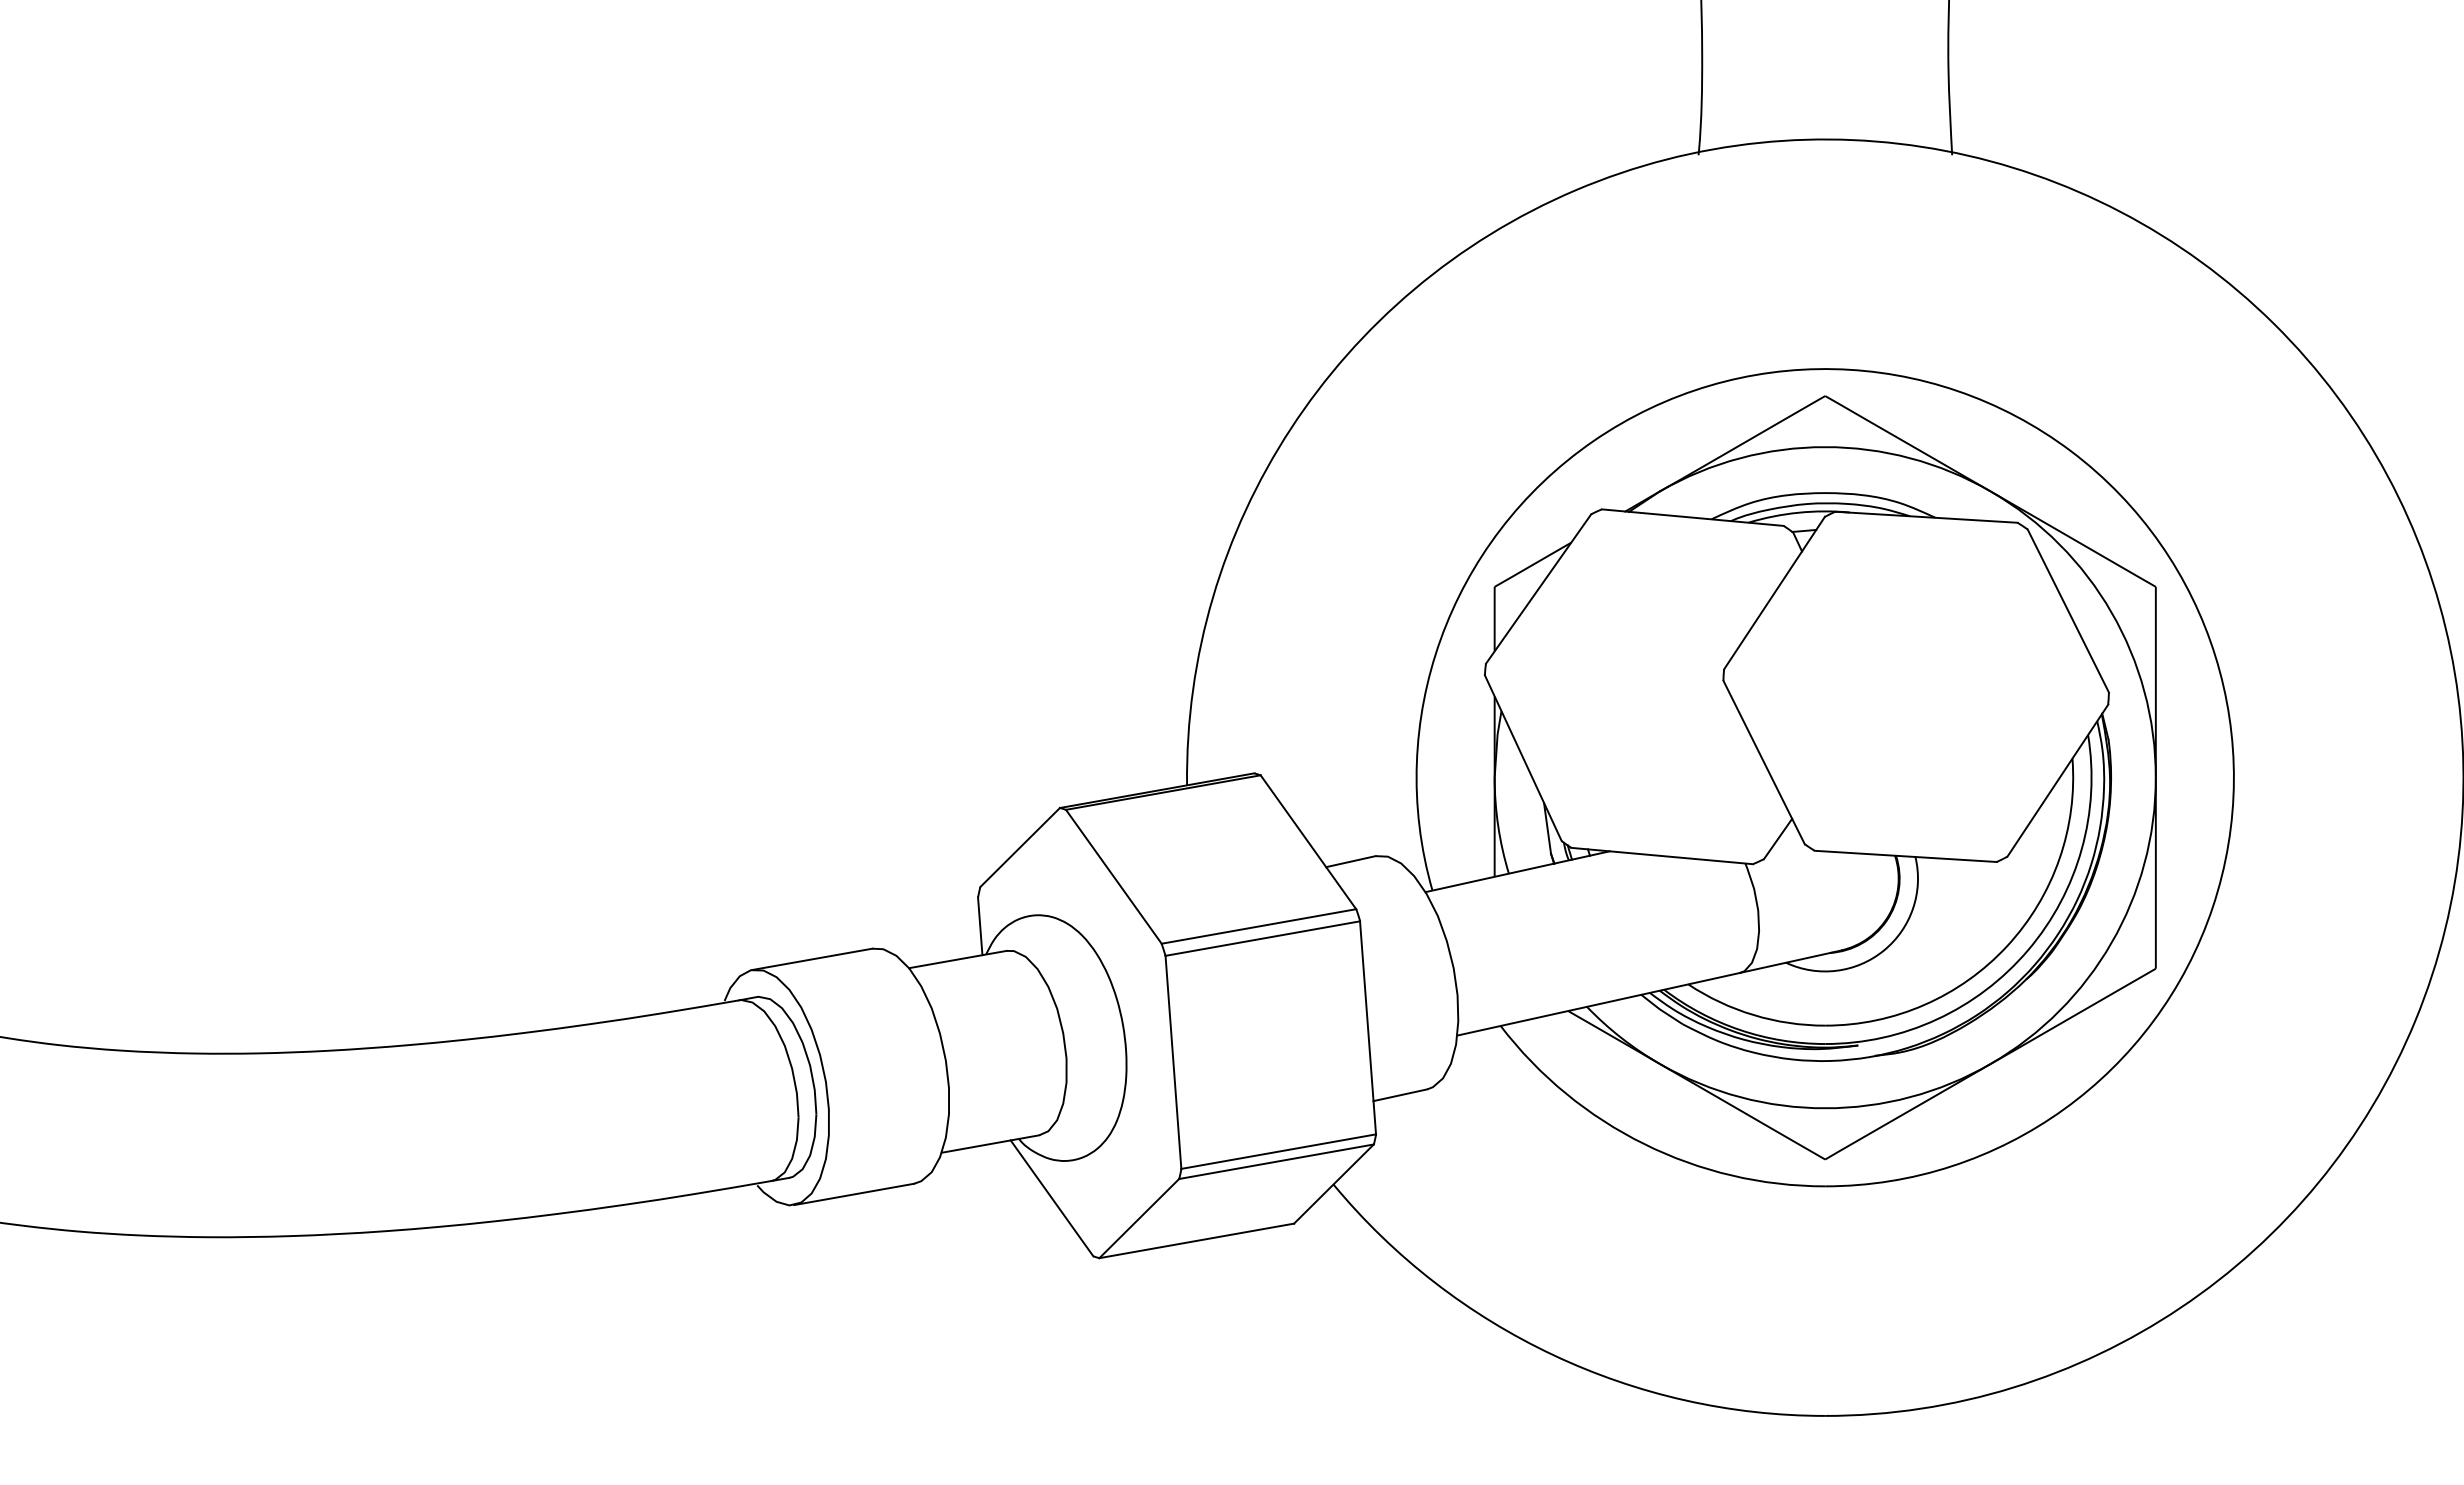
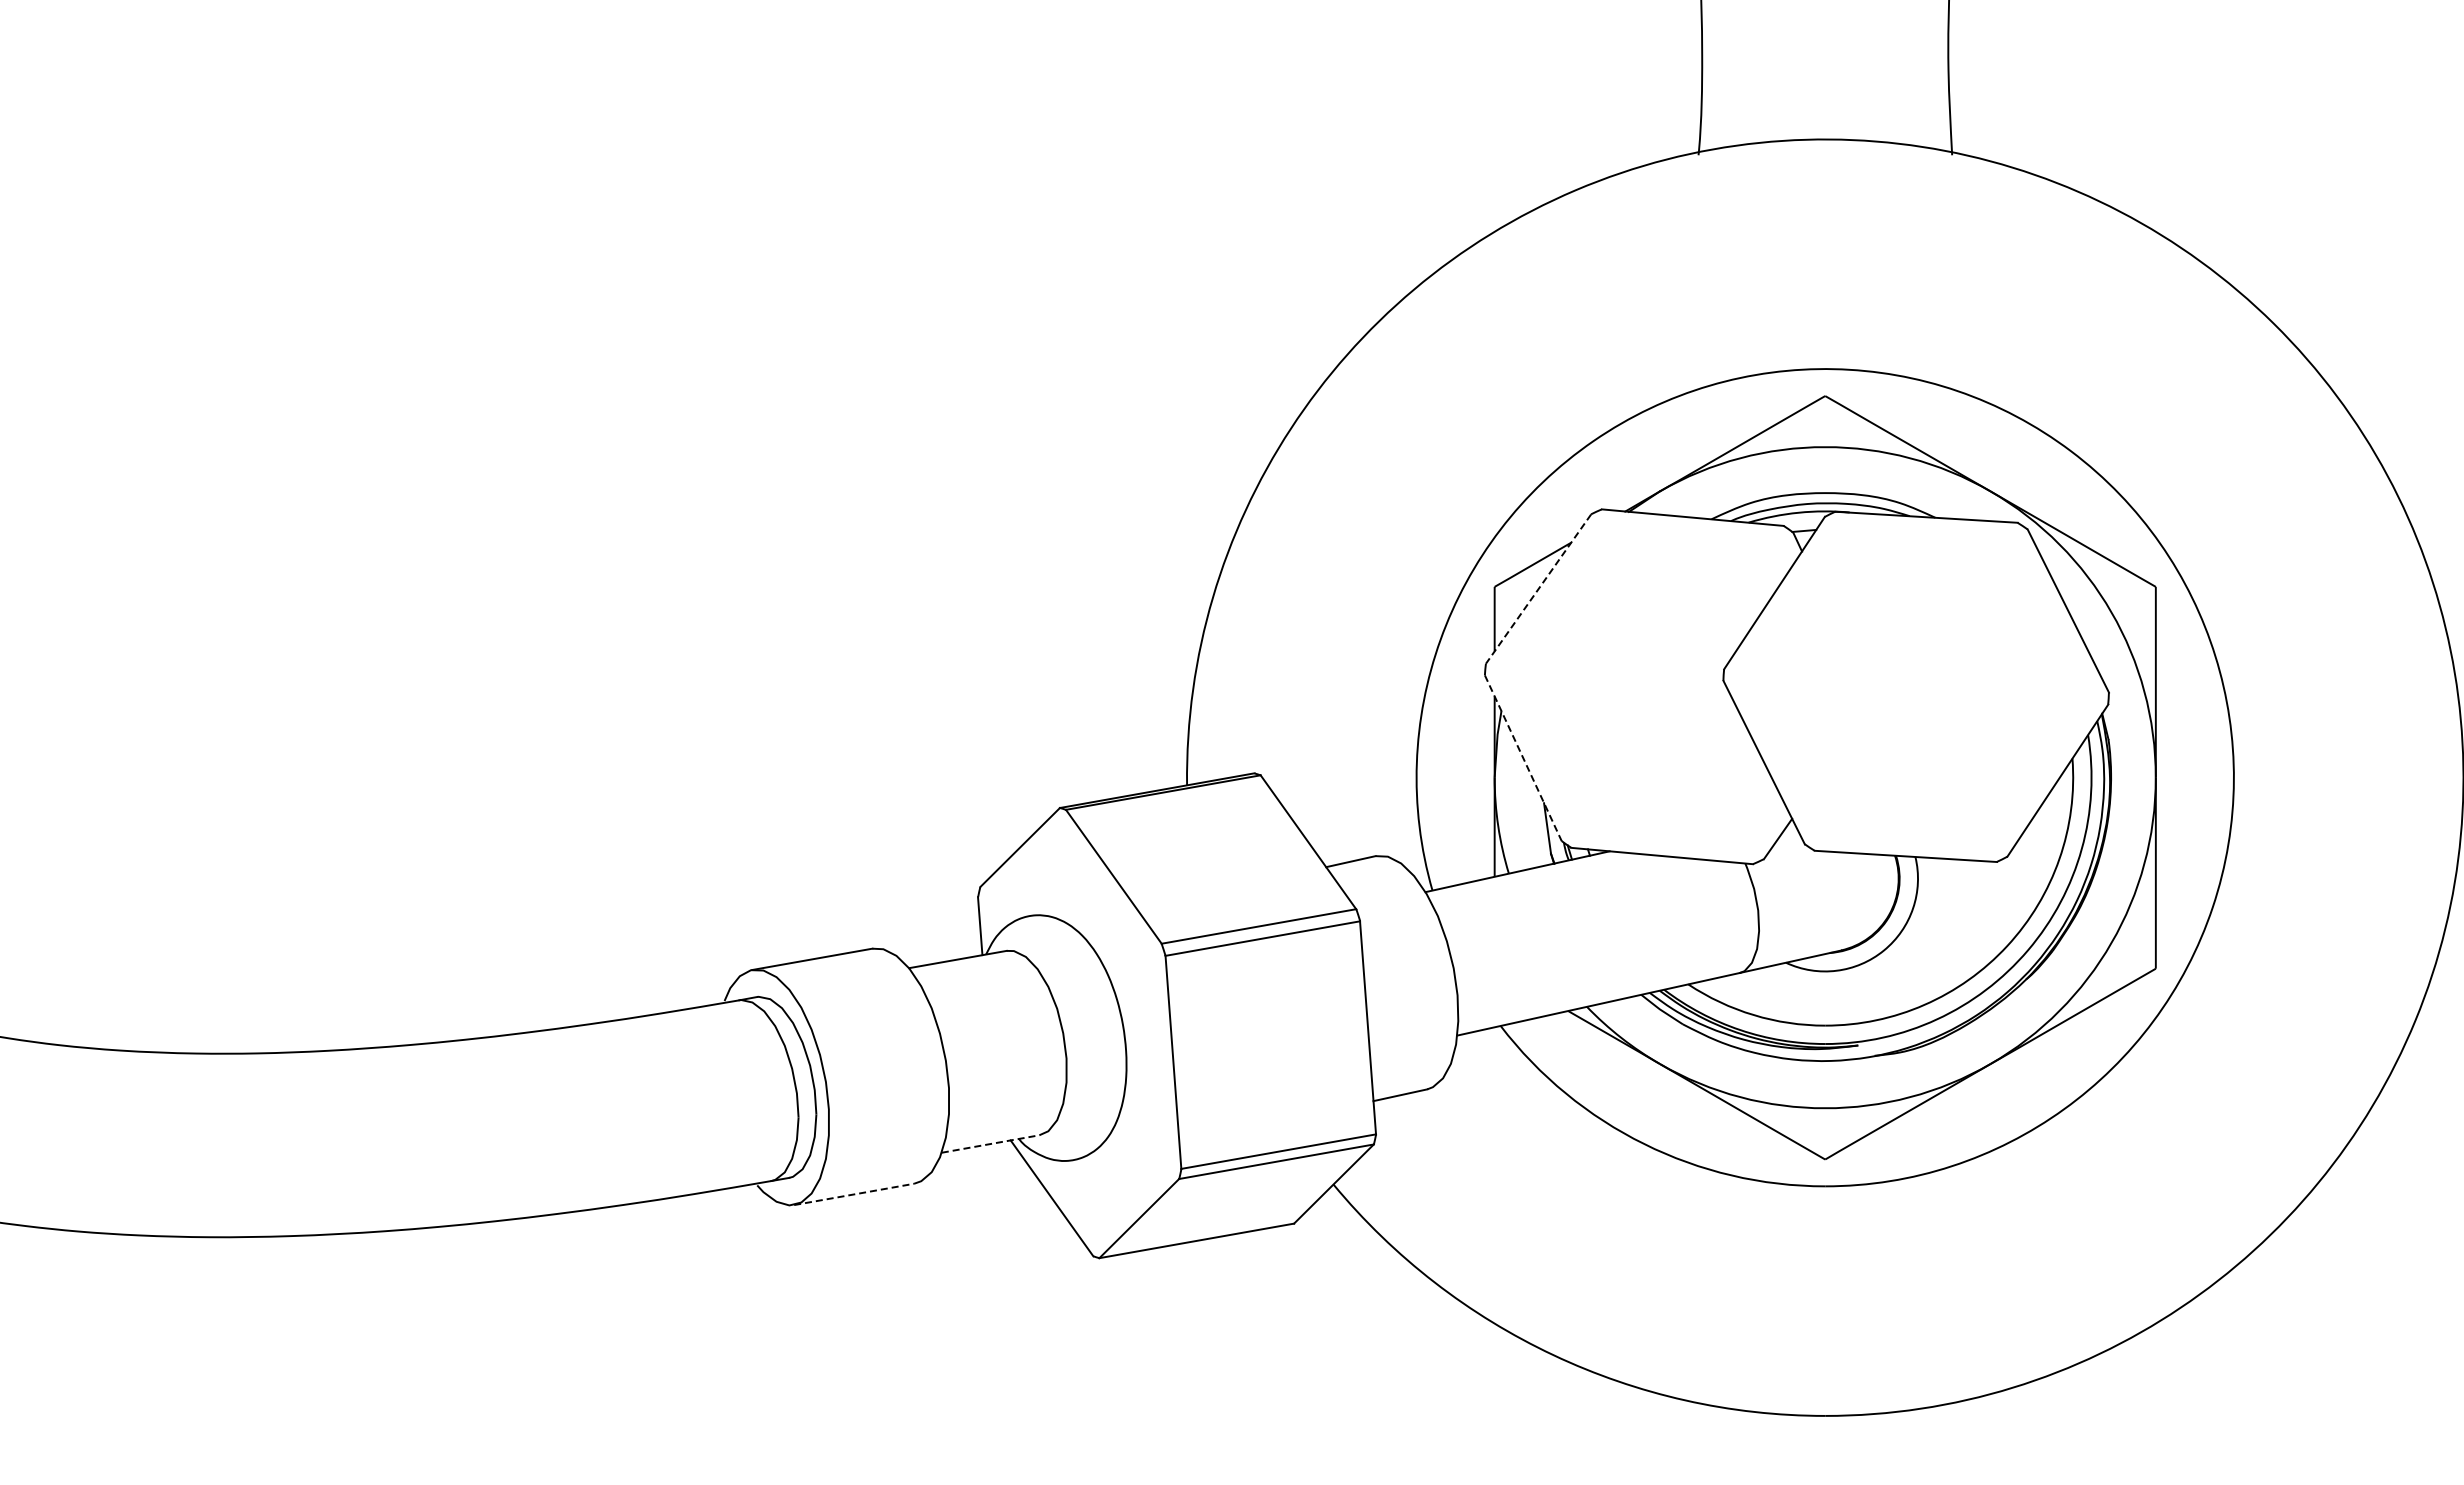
line at (1538, 589): solid -> dashed
line at (1523, 758): solid -> dashed
line at (990, 1144): solid -> dashed
line at (854, 1194): solid -> dashed
